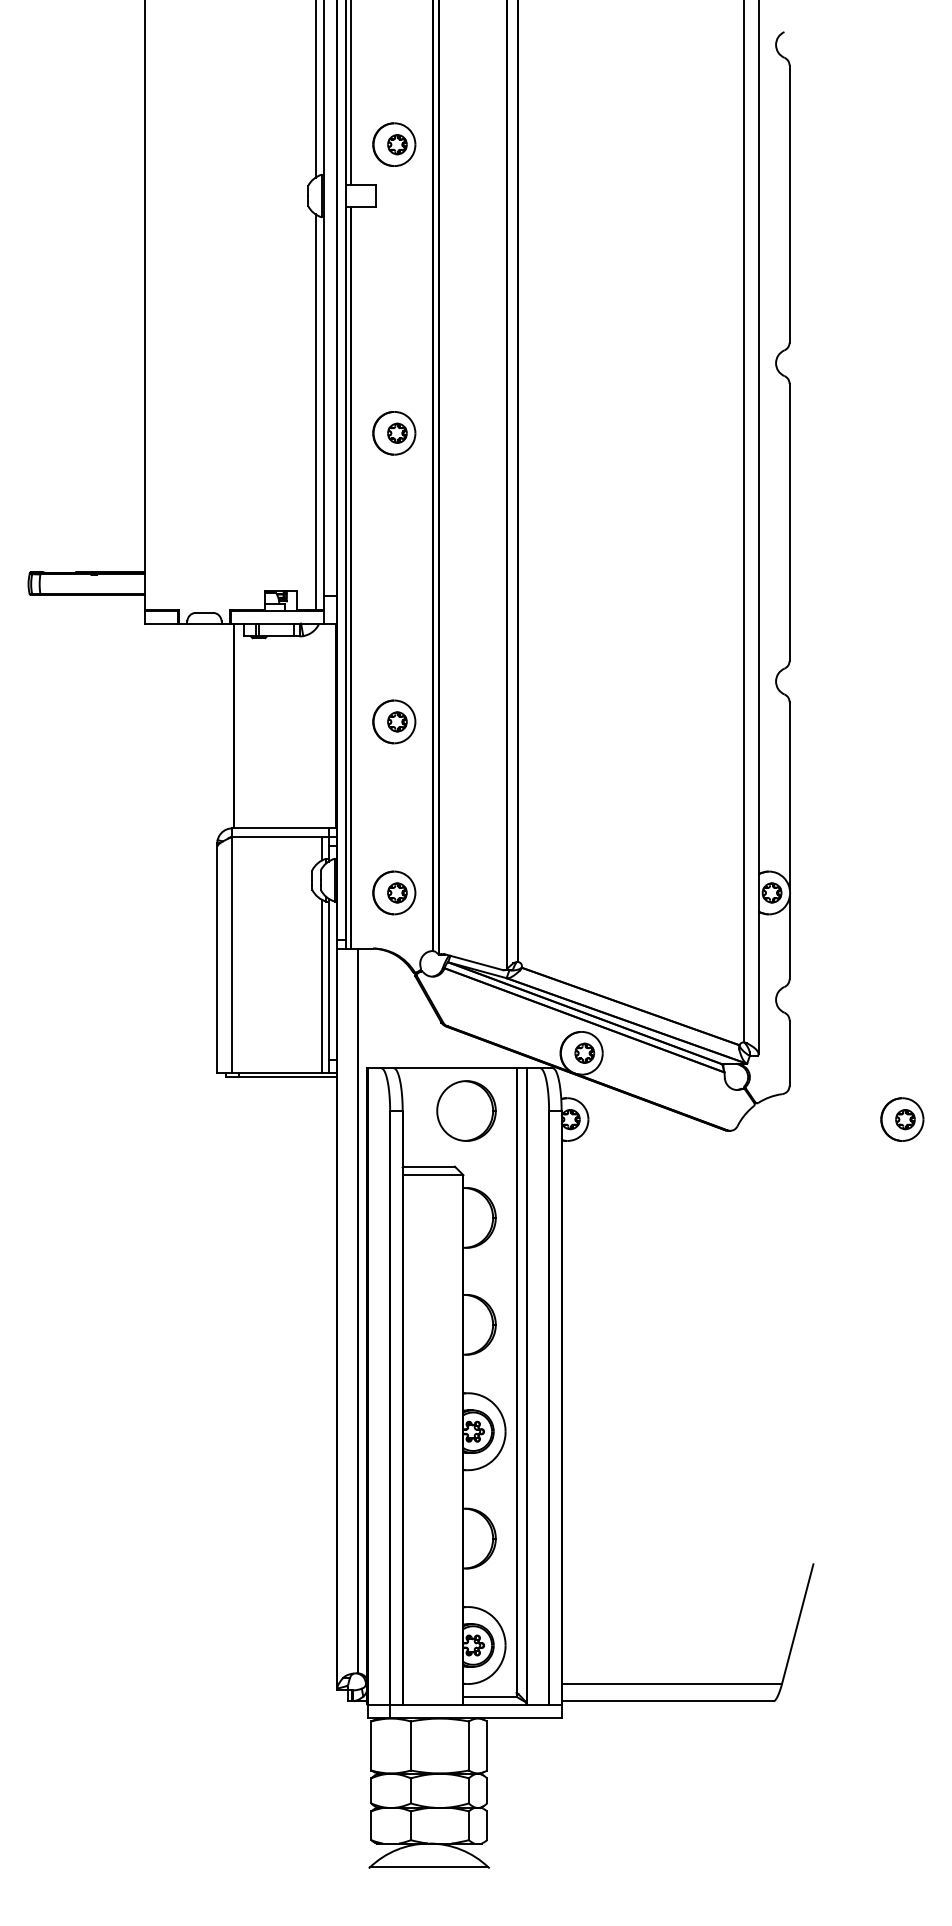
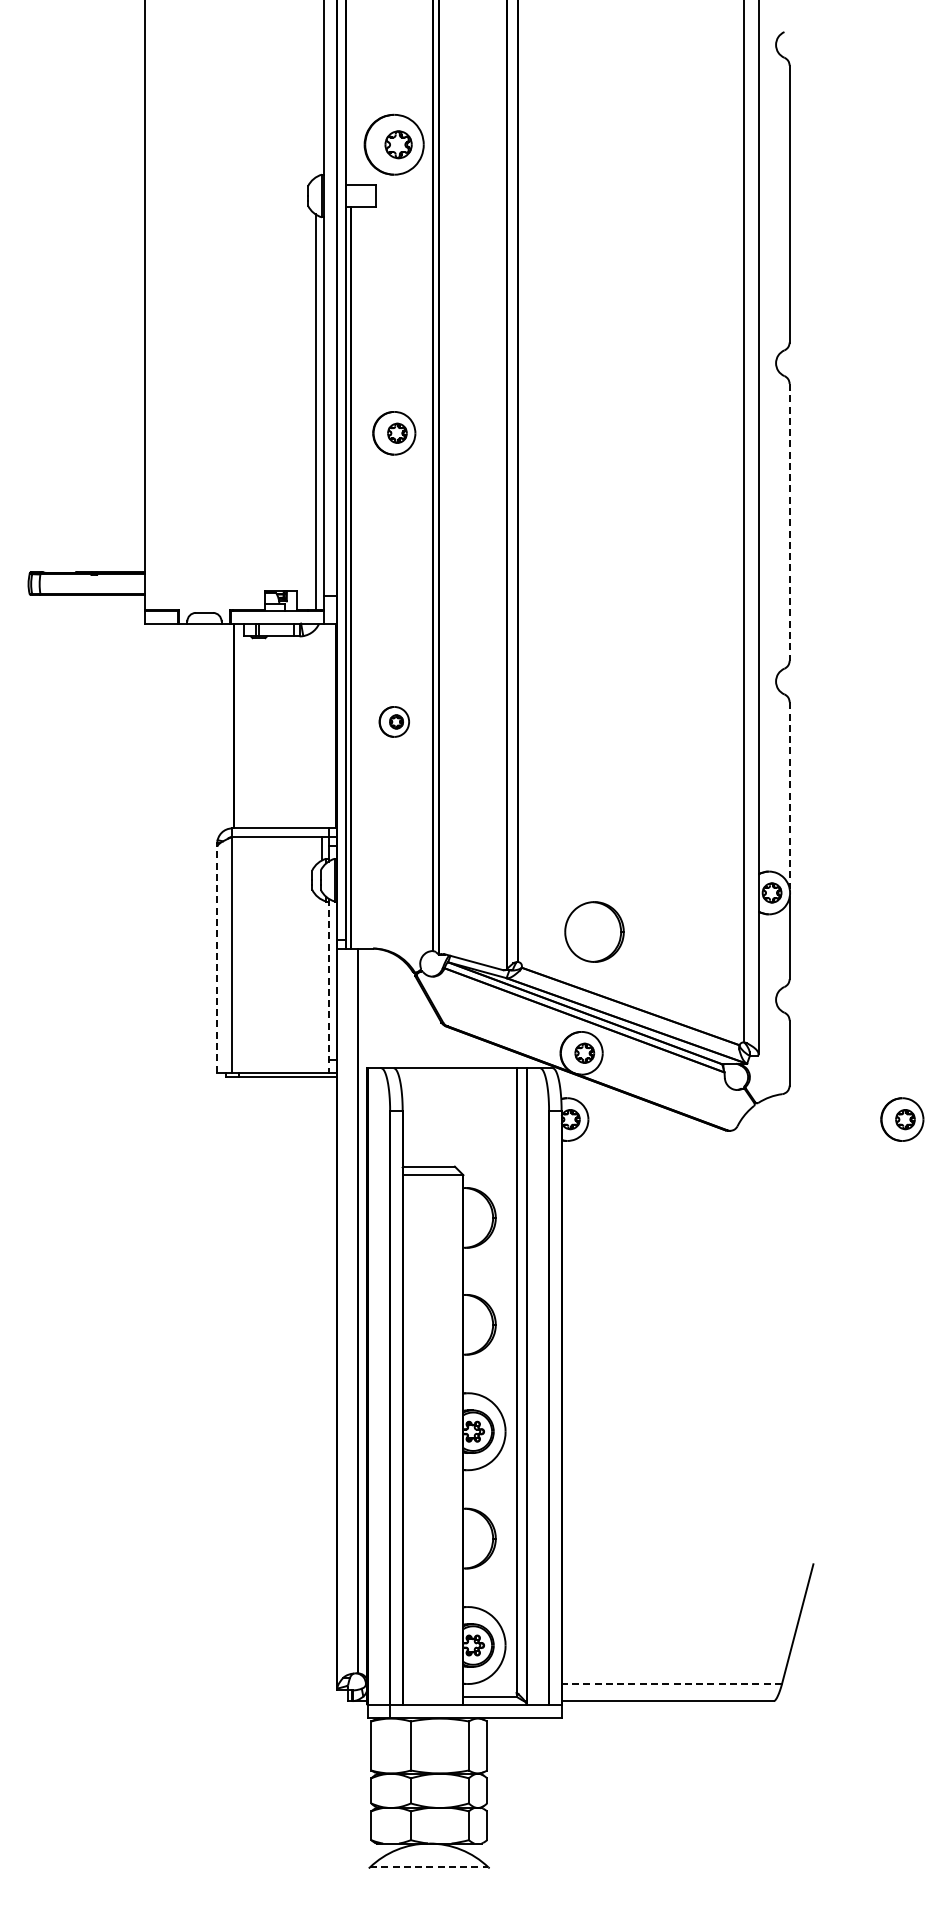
line at (315, 89): present -> none
line at (350, 93): present -> none
part at (394, 144) size: 45x45 px -> 62x63 px
line at (789, 522): solid -> dashed
part at (394, 721) size: 45x46 px -> 32x32 px
line at (789, 795): solid -> dashed
part at (394, 892): present -> none
line at (217, 957): solid -> dashed
line at (322, 985): present -> none
line at (328, 985): solid -> dashed
part at (466, 1110) position: (466, 1110) -> (594, 931)
line at (671, 1684): solid -> dashed
line at (429, 1867): solid -> dashed
